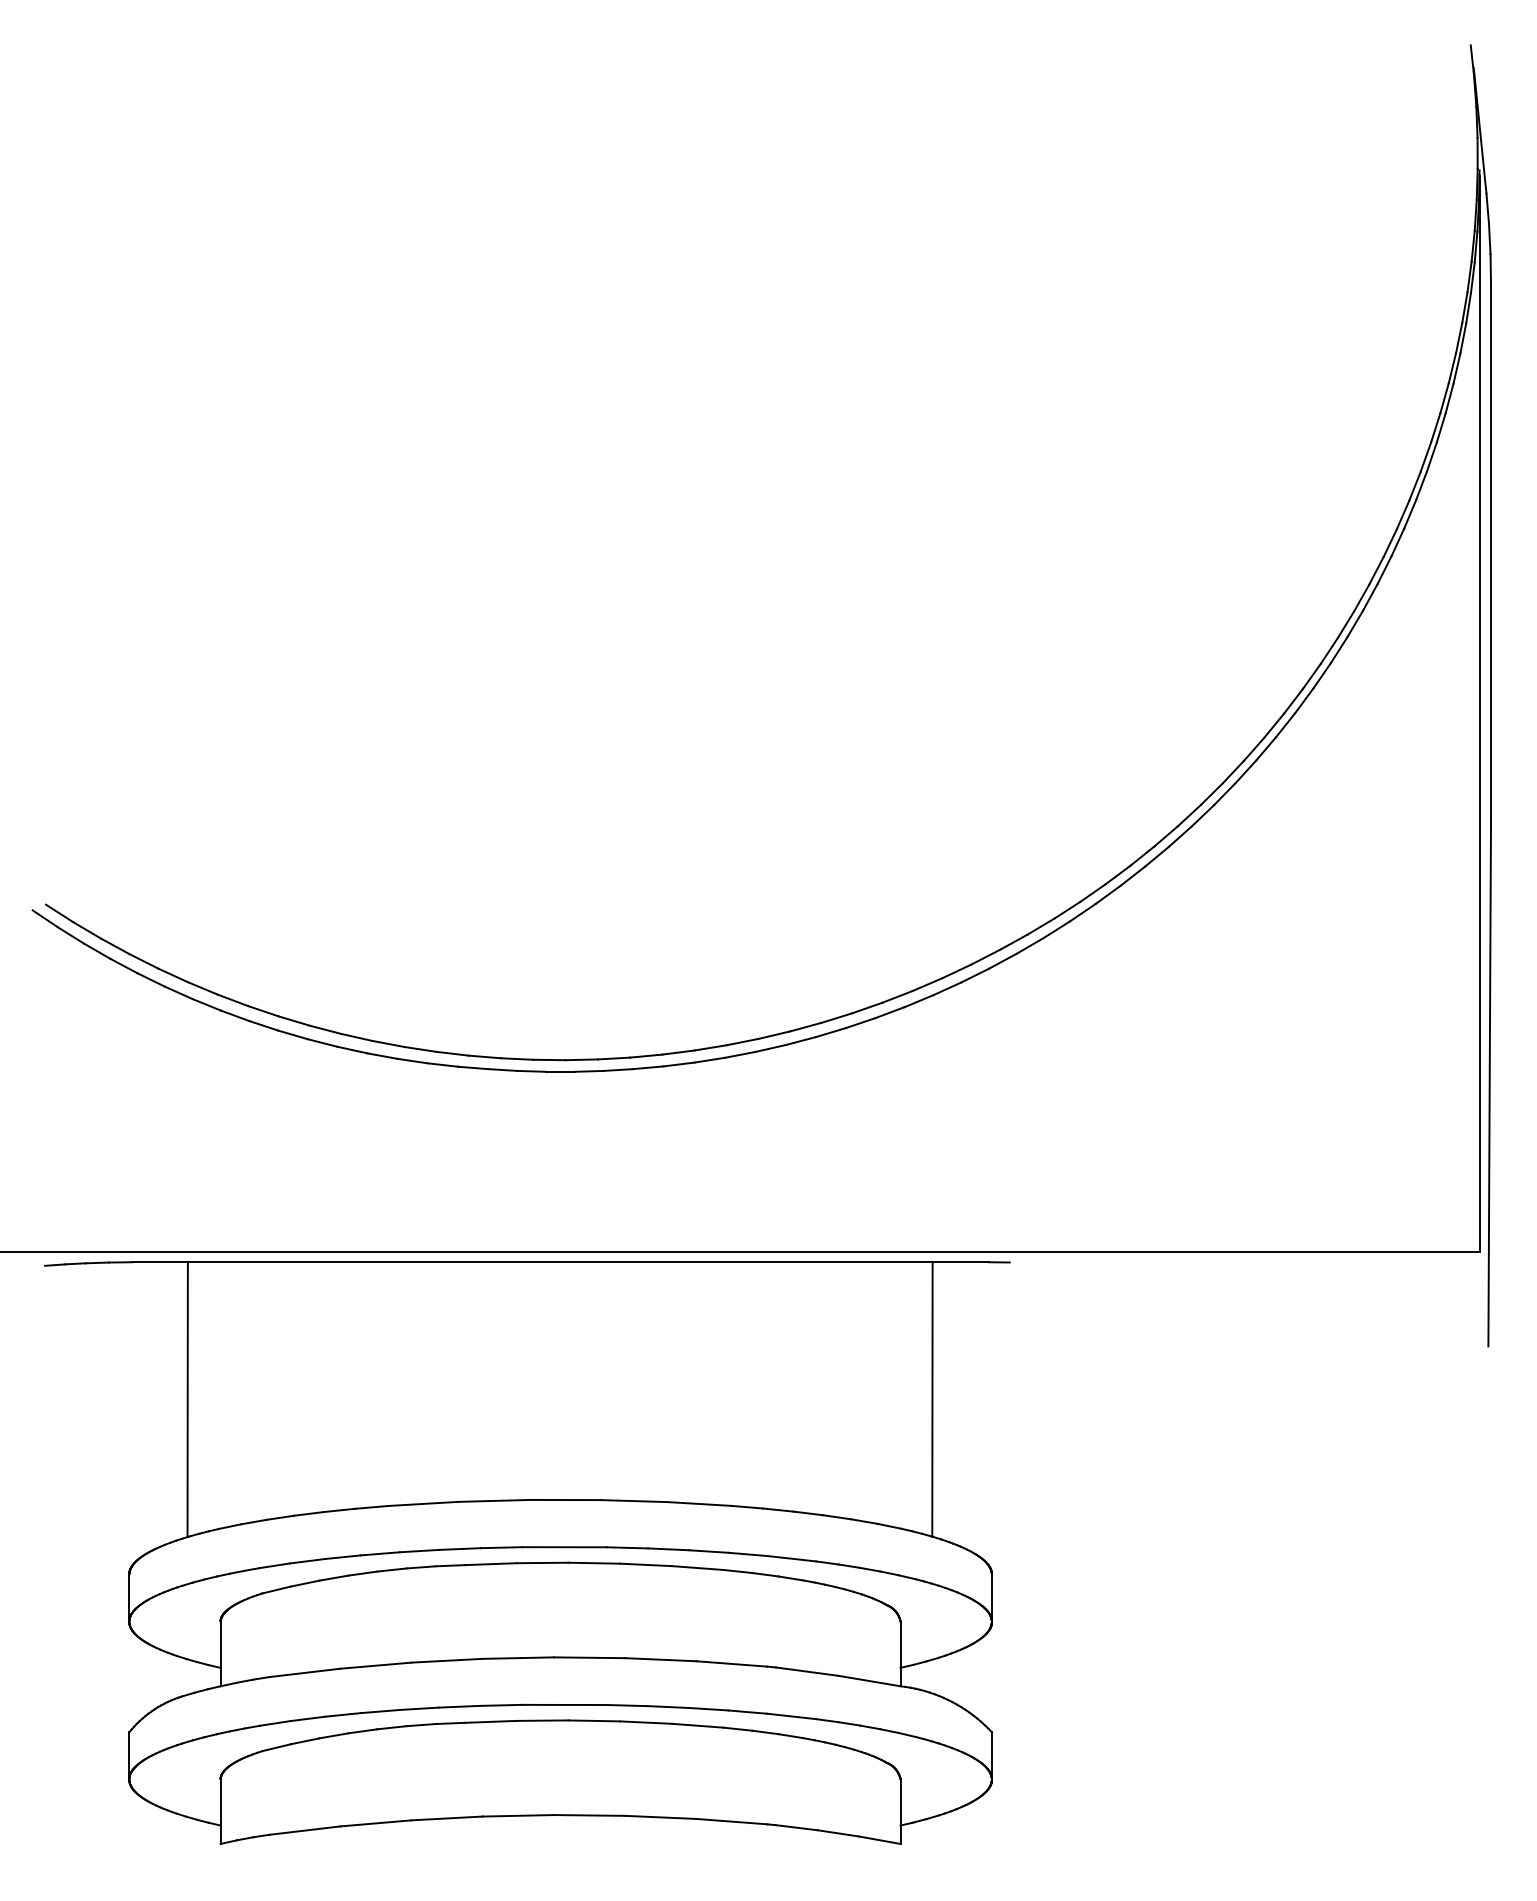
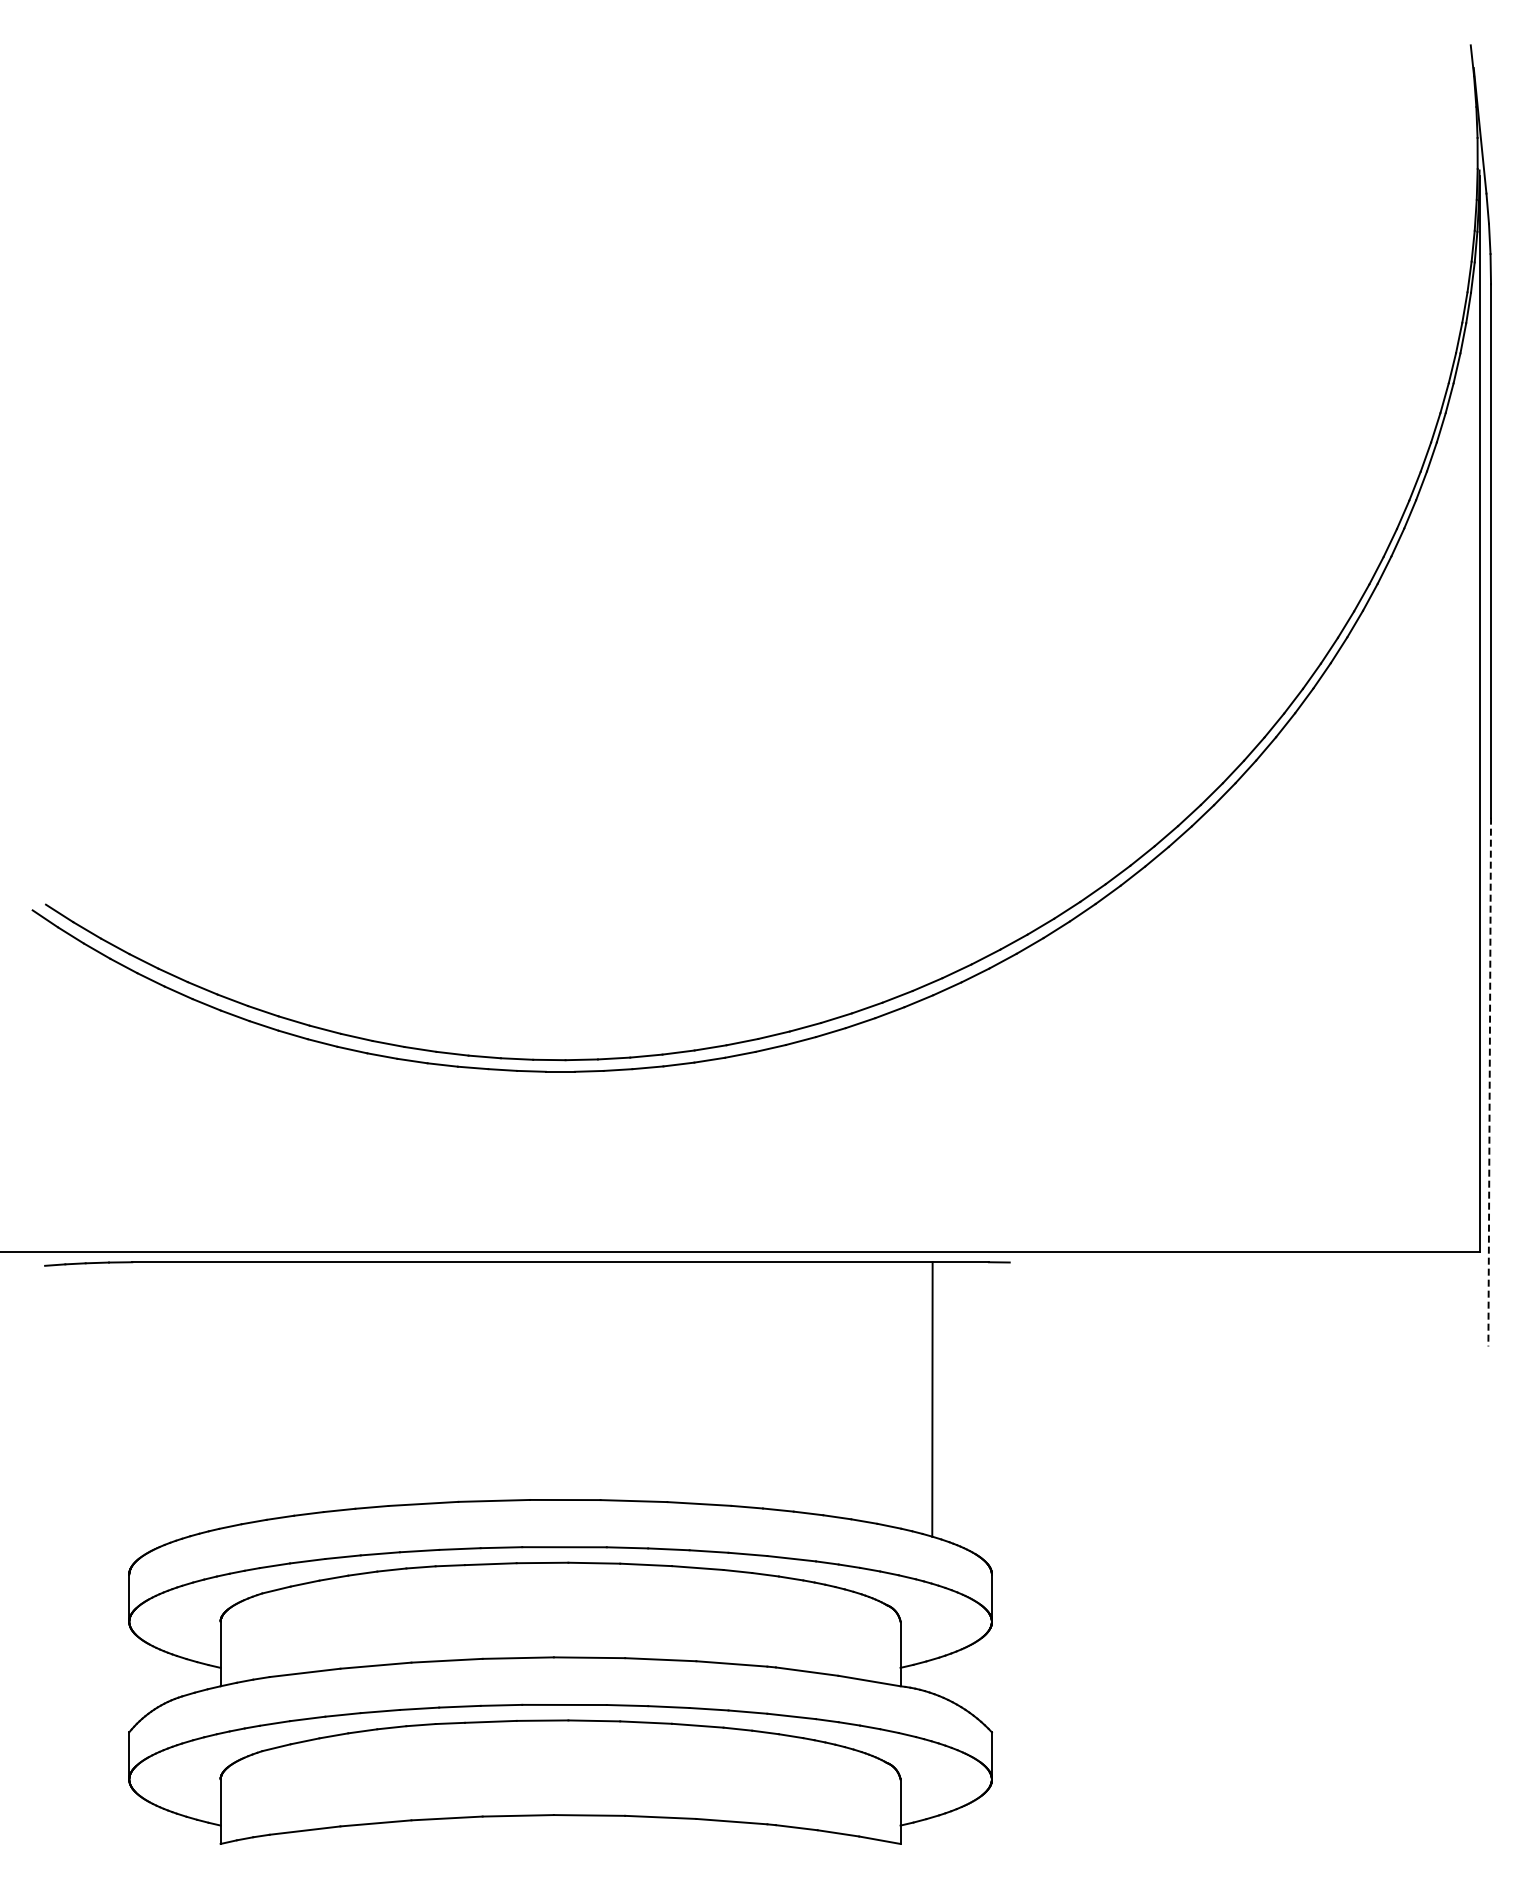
line at (1489, 1082): solid -> dashed
line at (187, 1399): present -> none
